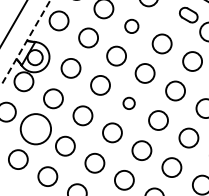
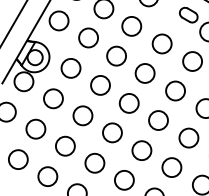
circle at (131, 25) size: 16x16 px -> 22x21 px
line at (26, 41): dashed -> solid
circle at (128, 102) size: 14x14 px -> 22x21 px
circle at (35, 129) diameter: 30 px -> 19 px
